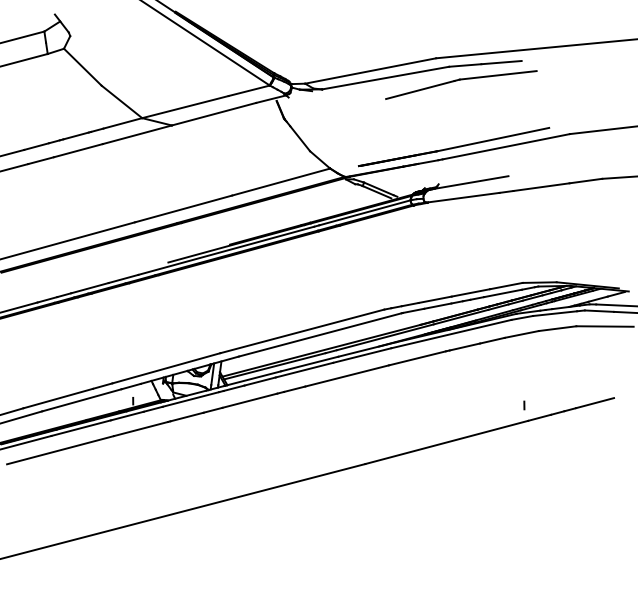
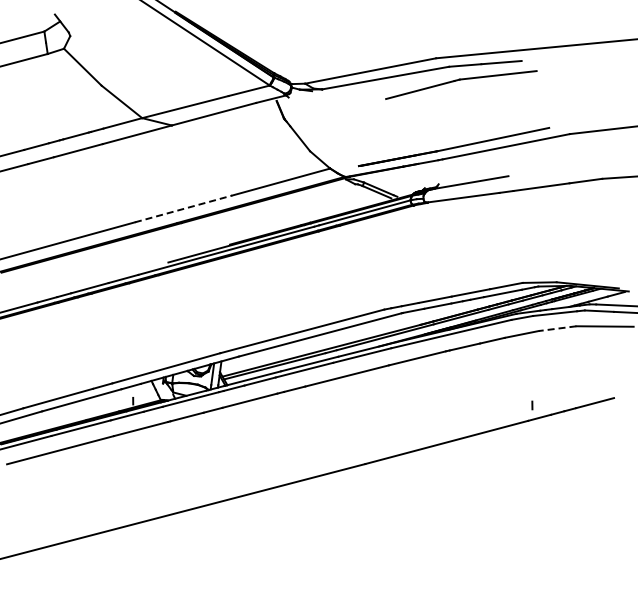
line at (184, 208): solid -> dashed
line at (557, 328): solid -> dashed
line at (524, 405) position: (524, 405) -> (532, 405)
